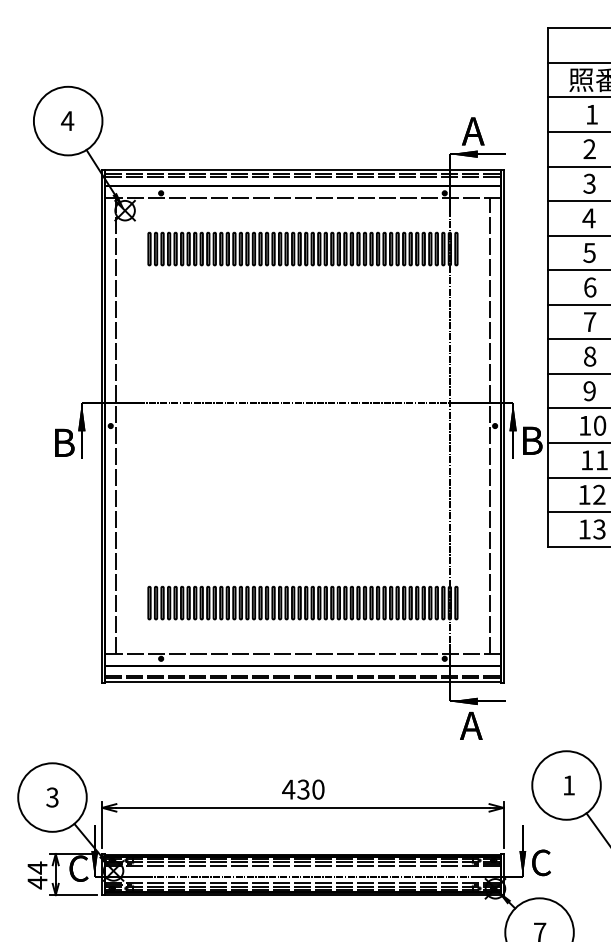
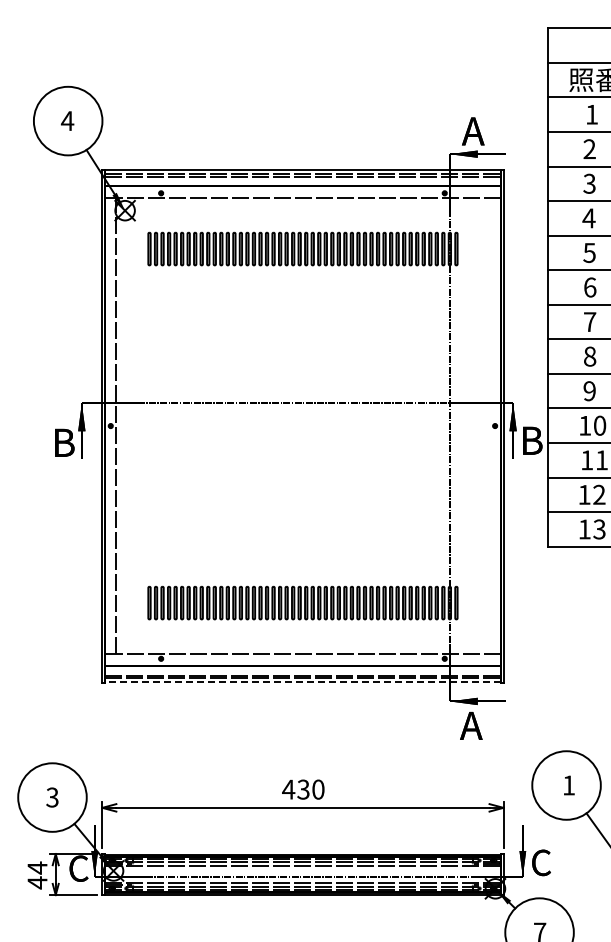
line at (489, 425): present -> none
line at (302, 682): solid -> dashed
